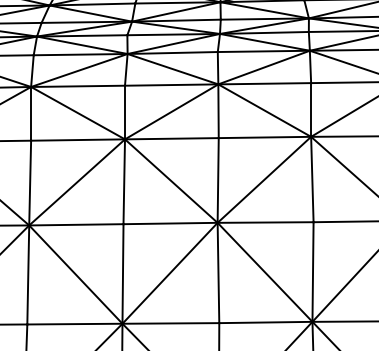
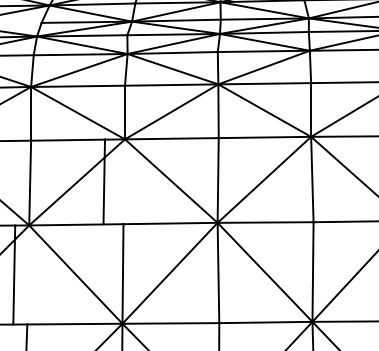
line at (21, 22): present -> none
line at (342, 61): present -> none
line at (124, 181) position: (124, 181) -> (104, 181)
line at (28, 274) position: (28, 274) -> (14, 274)
